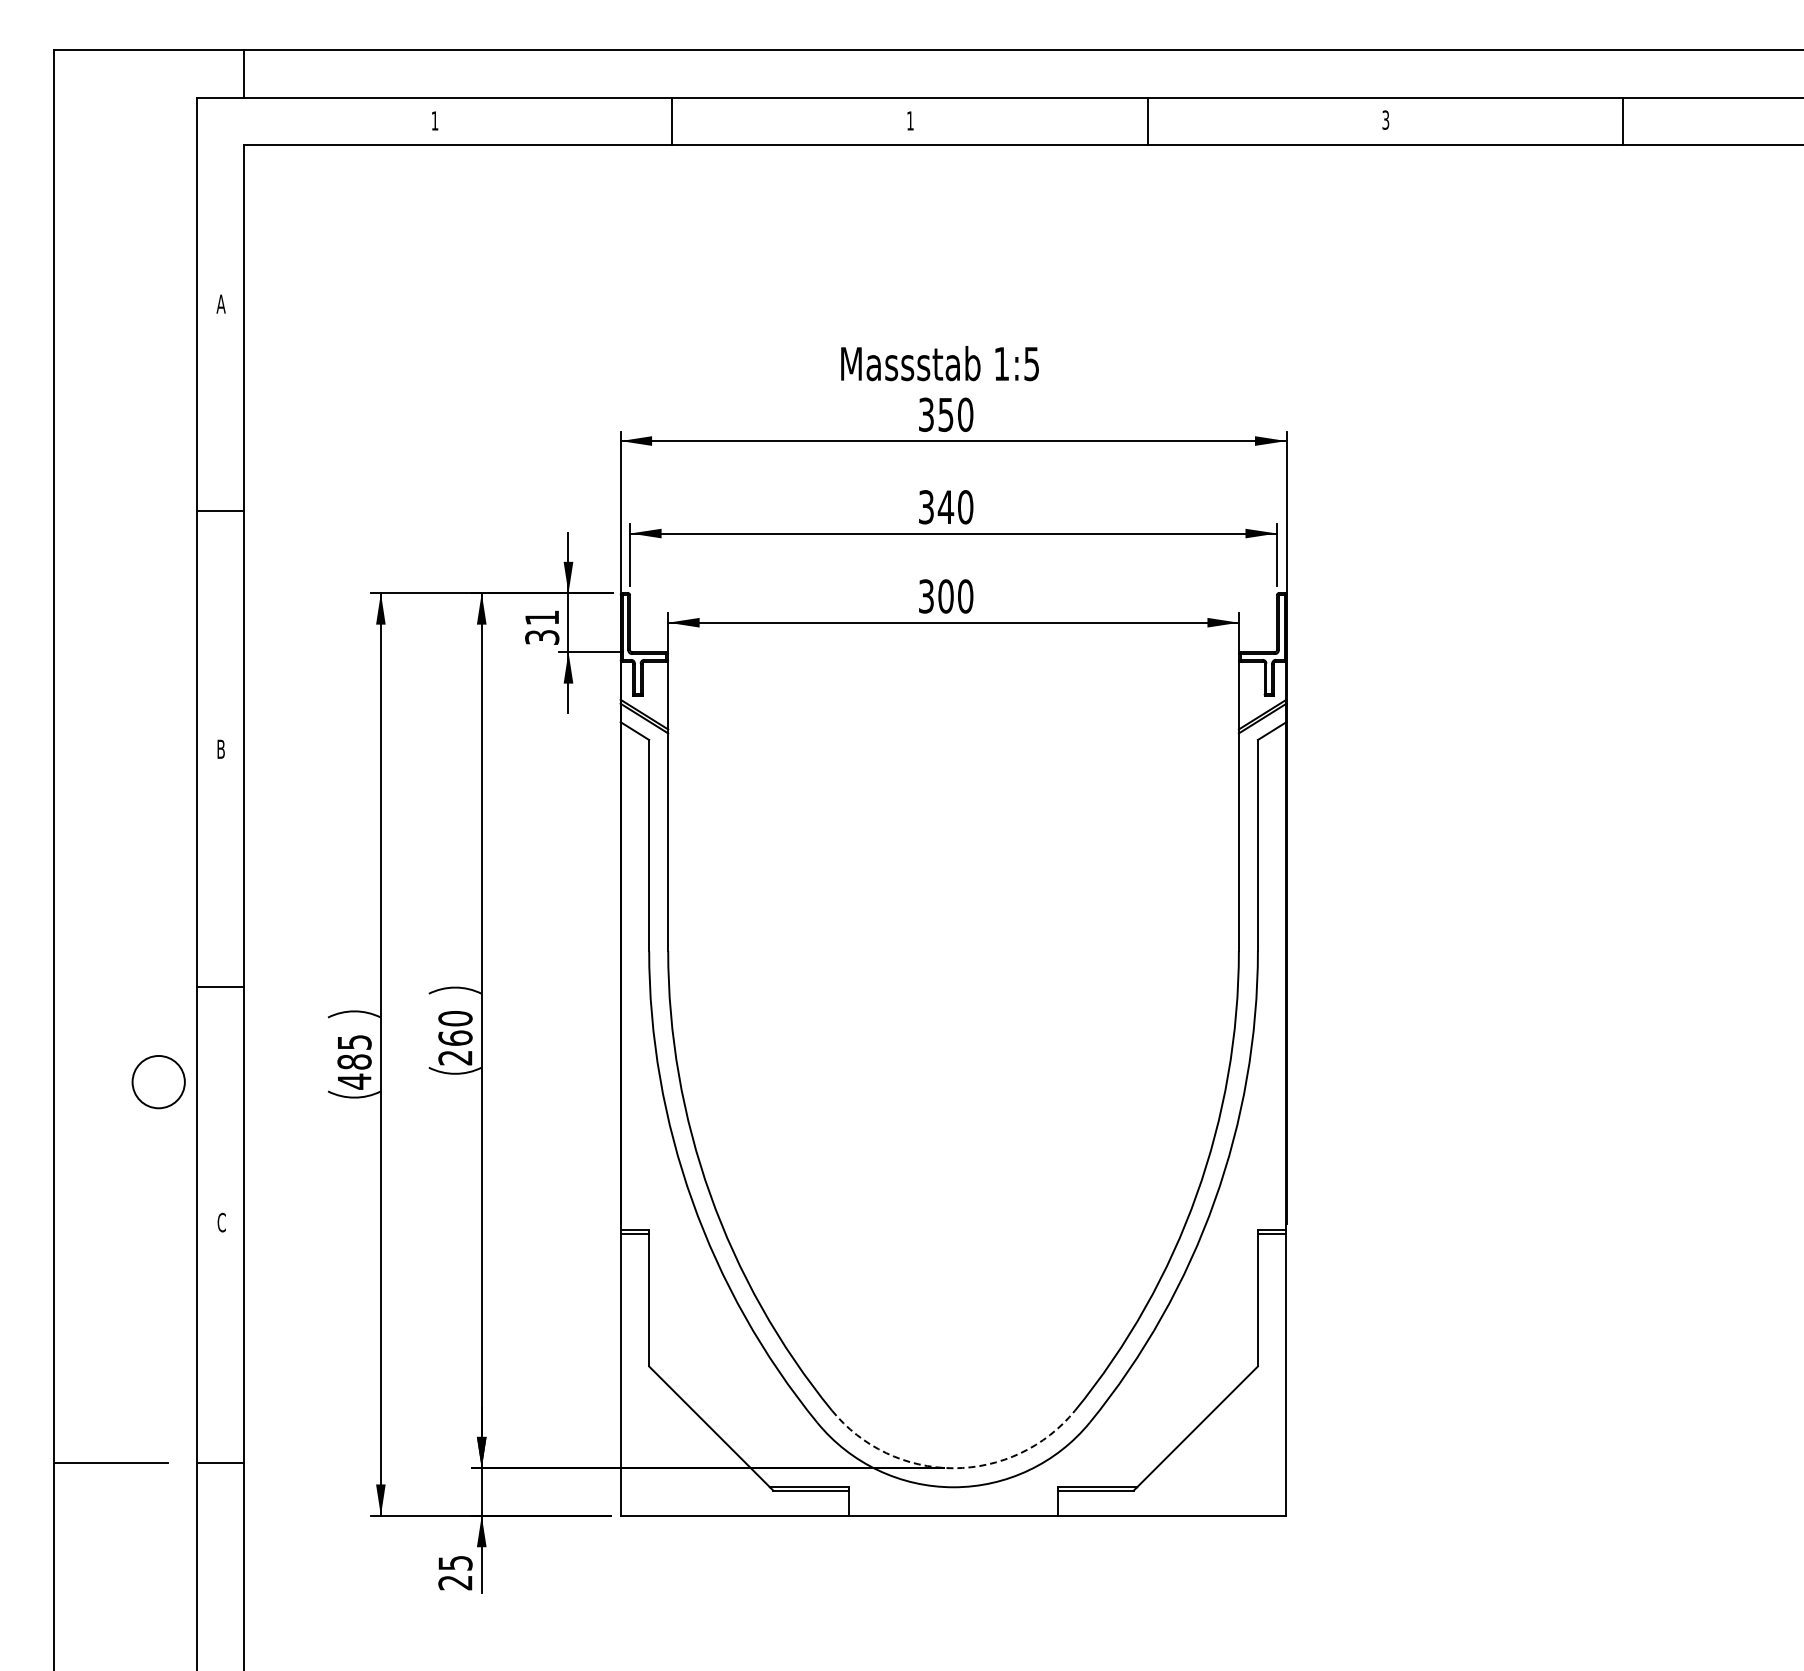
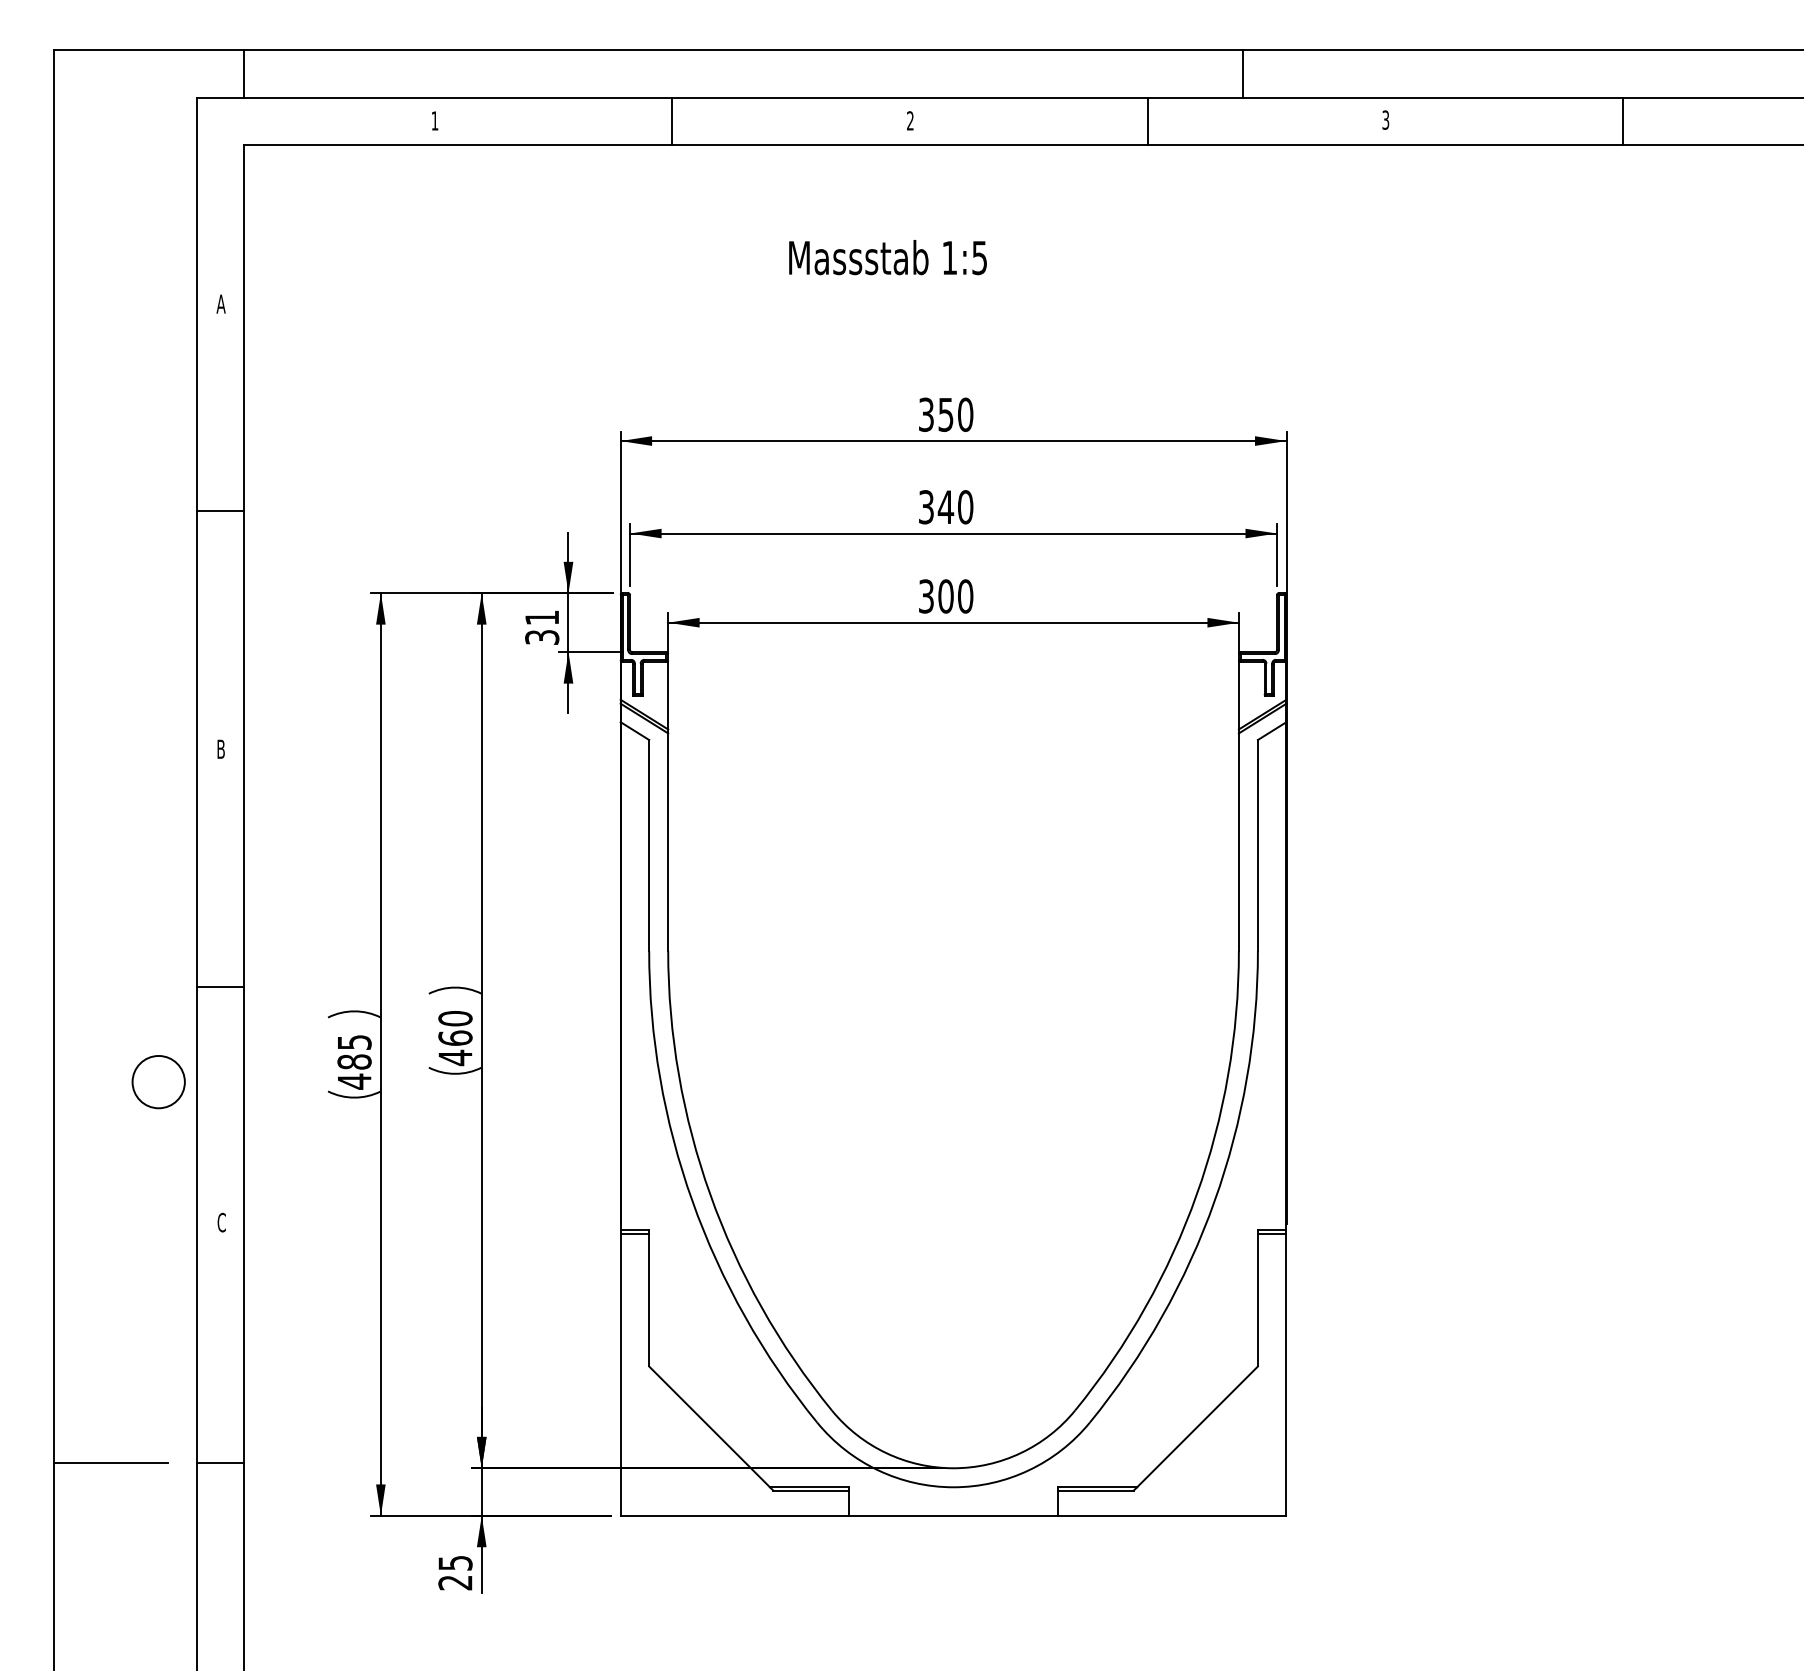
line at (1243, 73): none -> present
text at (910, 120): 1 -> 2
text at (939, 363) position: (939, 363) -> (887, 257)
text at (455, 1057): 260 -> 460
arc at (953, 1468): dashed -> solid
